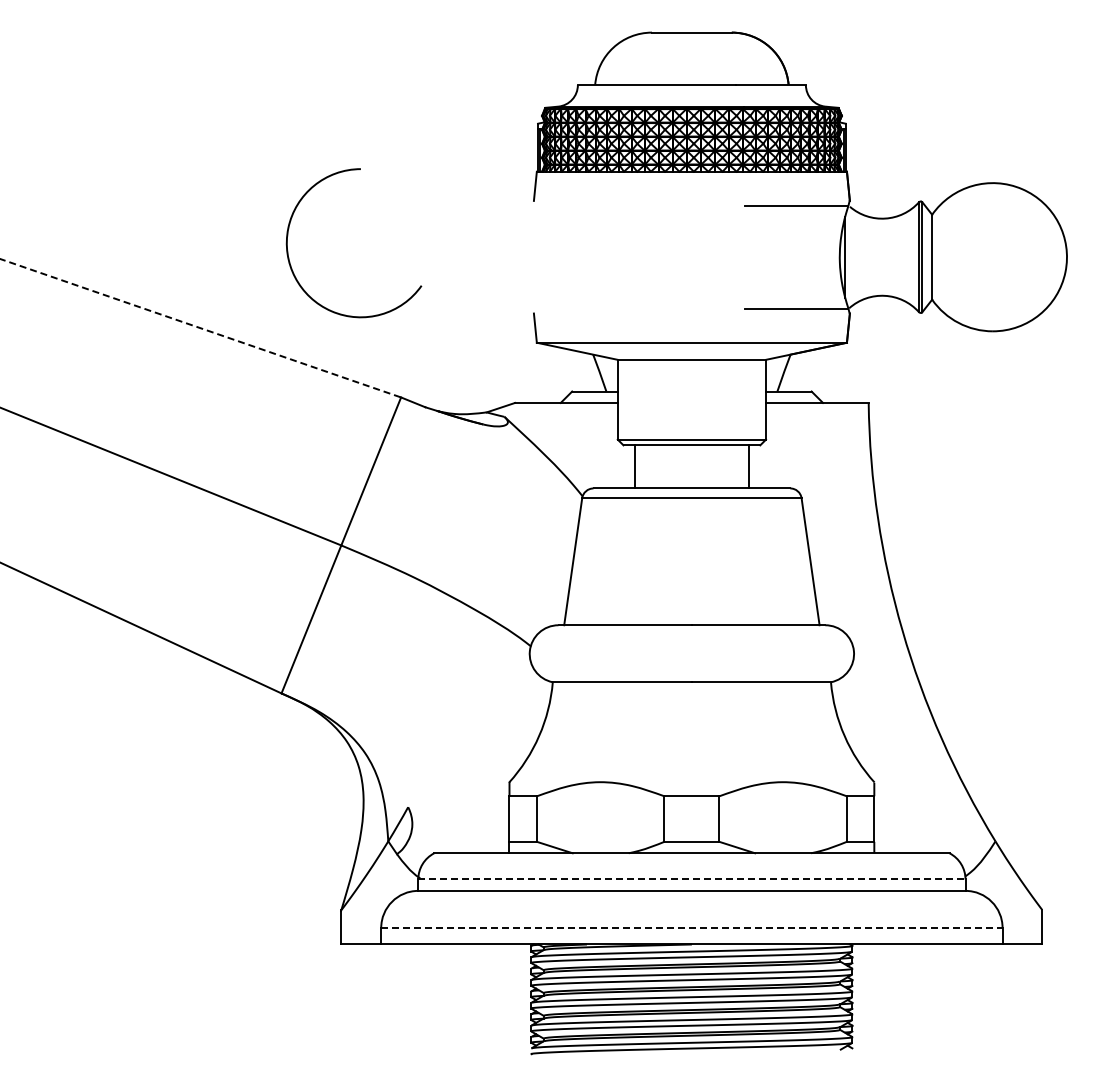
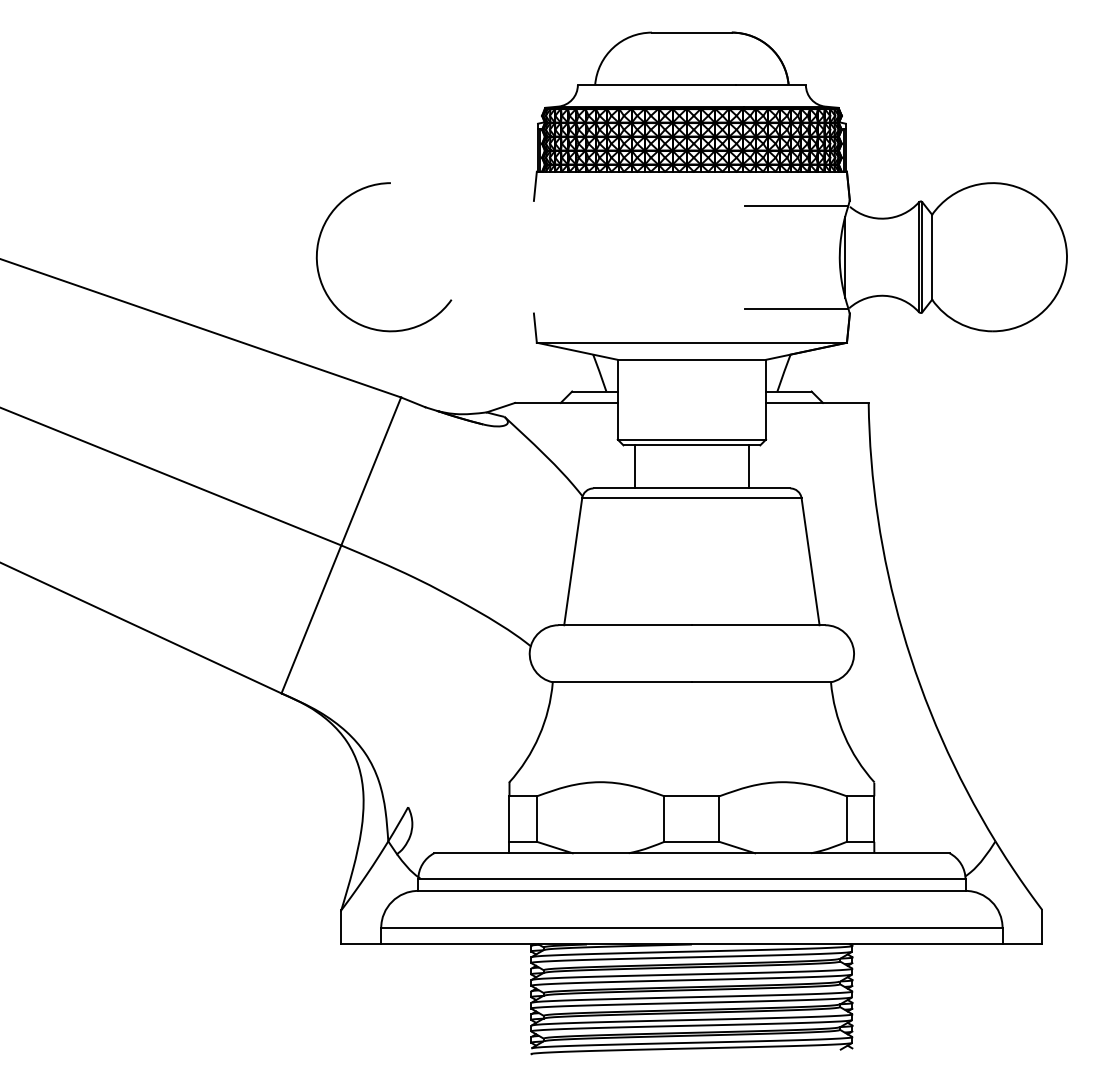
arc at (288, 250) position: (288, 250) -> (318, 264)
line at (200, 328): dashed -> solid
line at (691, 879): dashed -> solid
line at (691, 927): dashed -> solid
